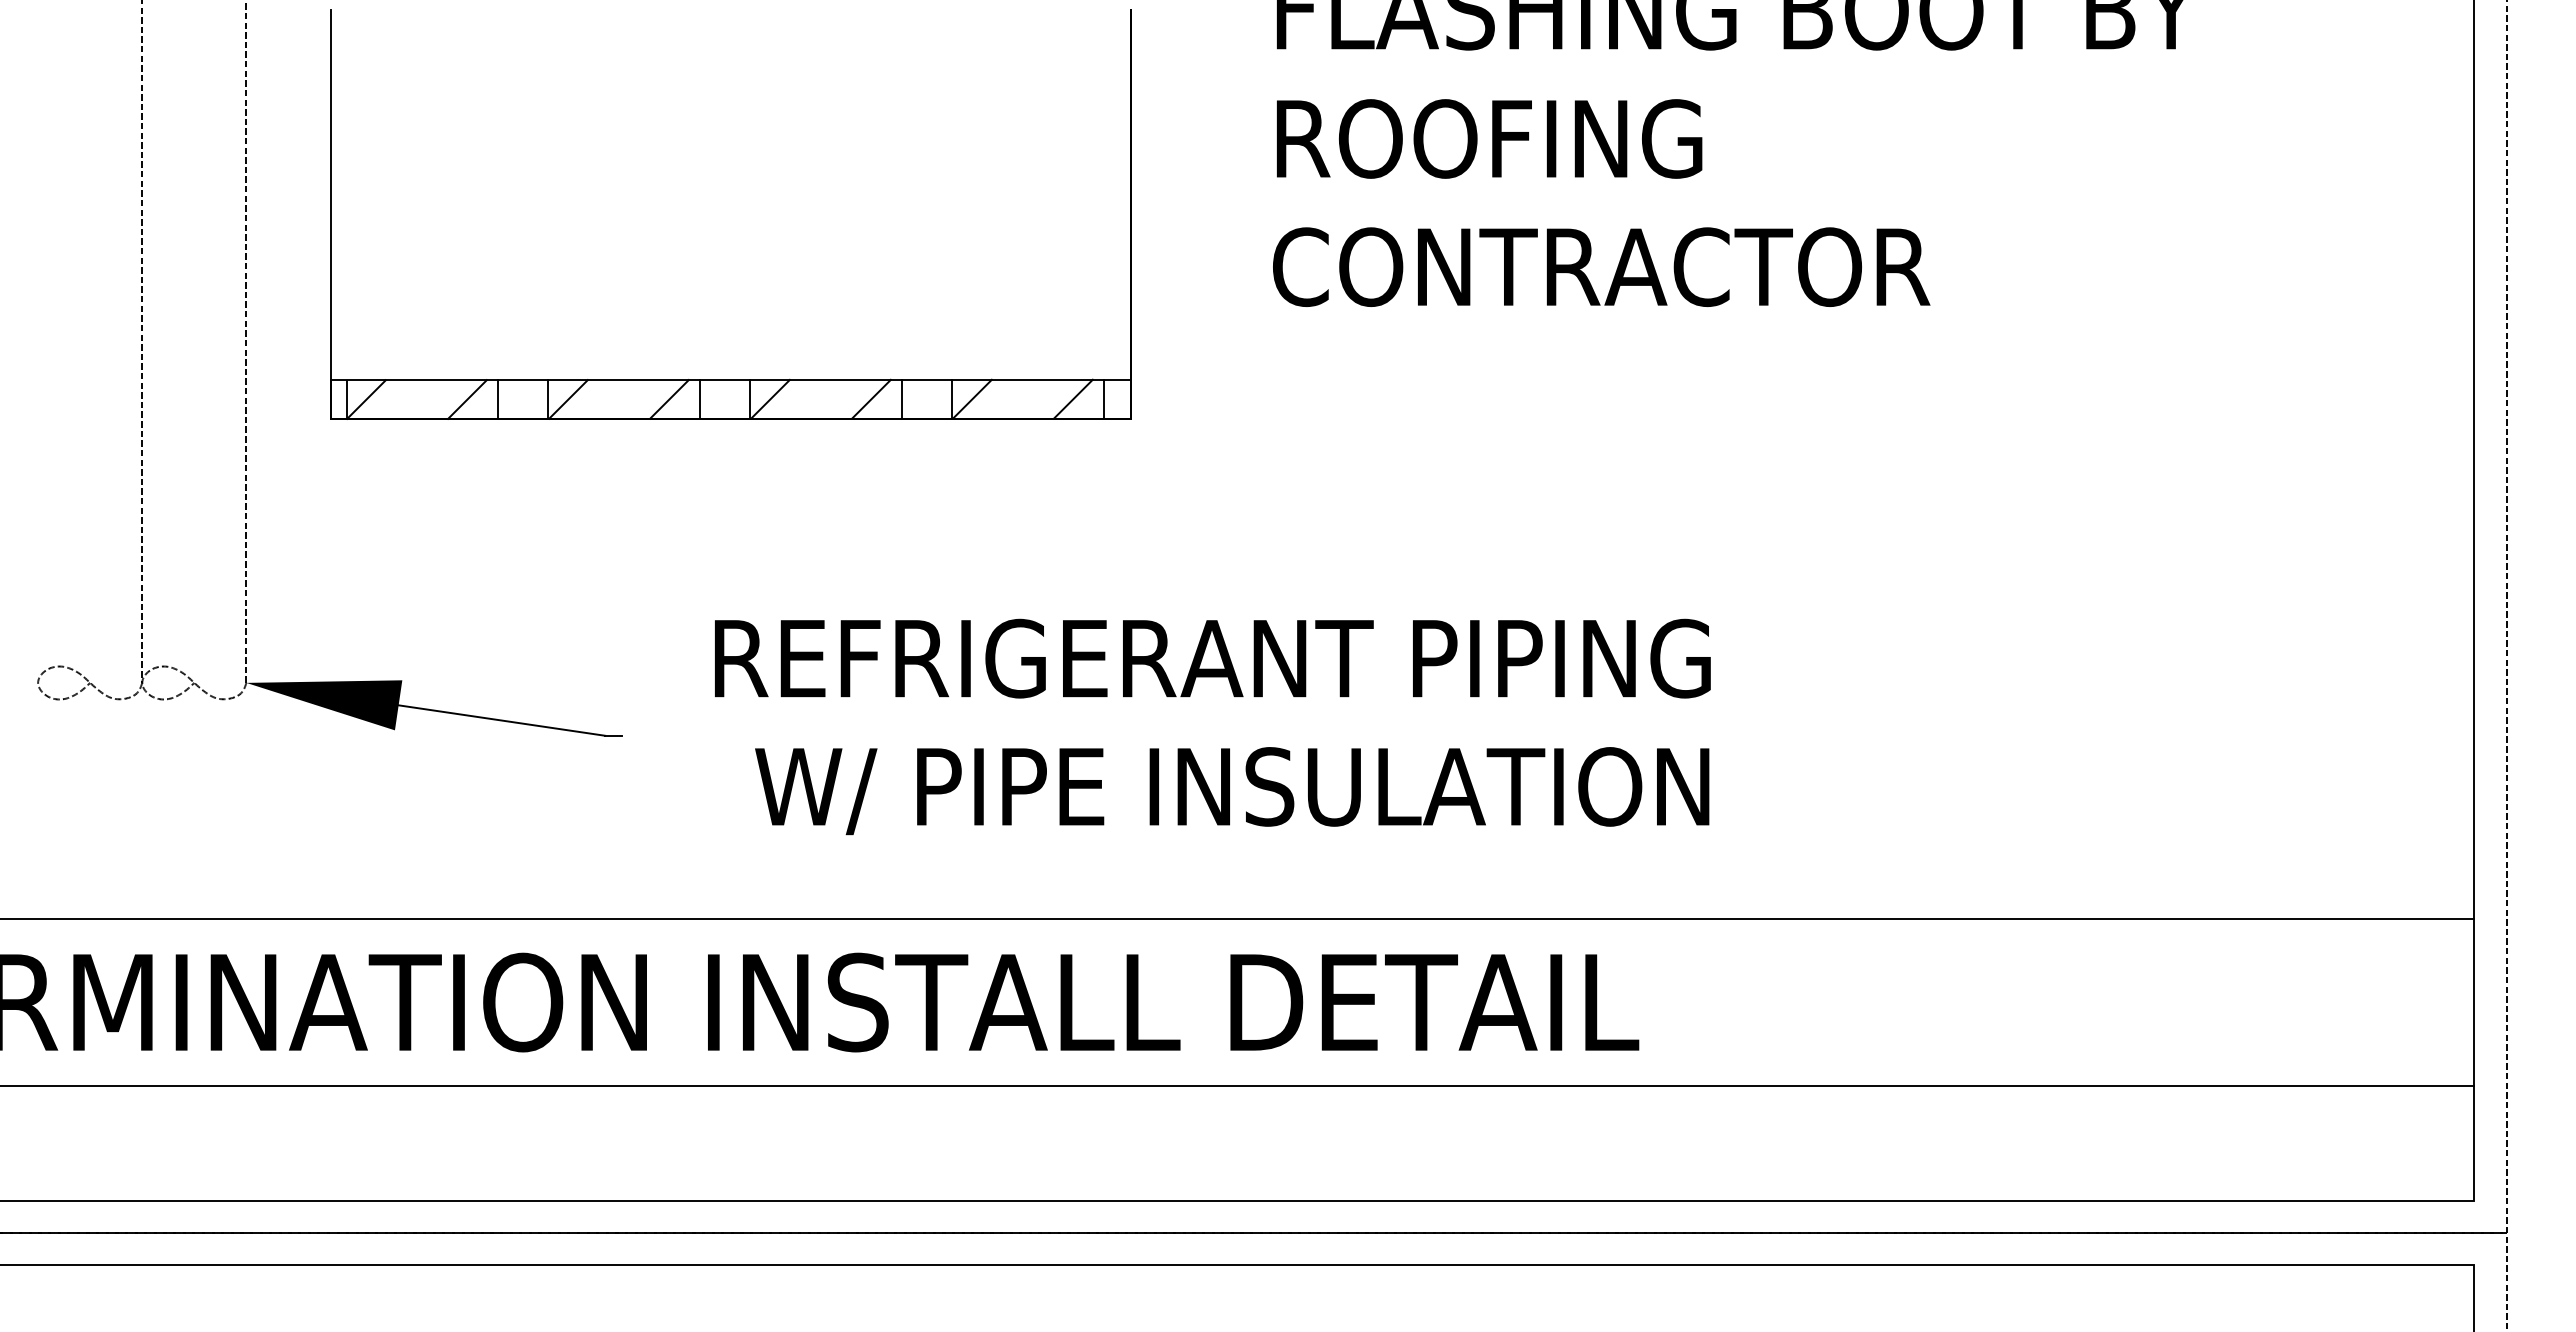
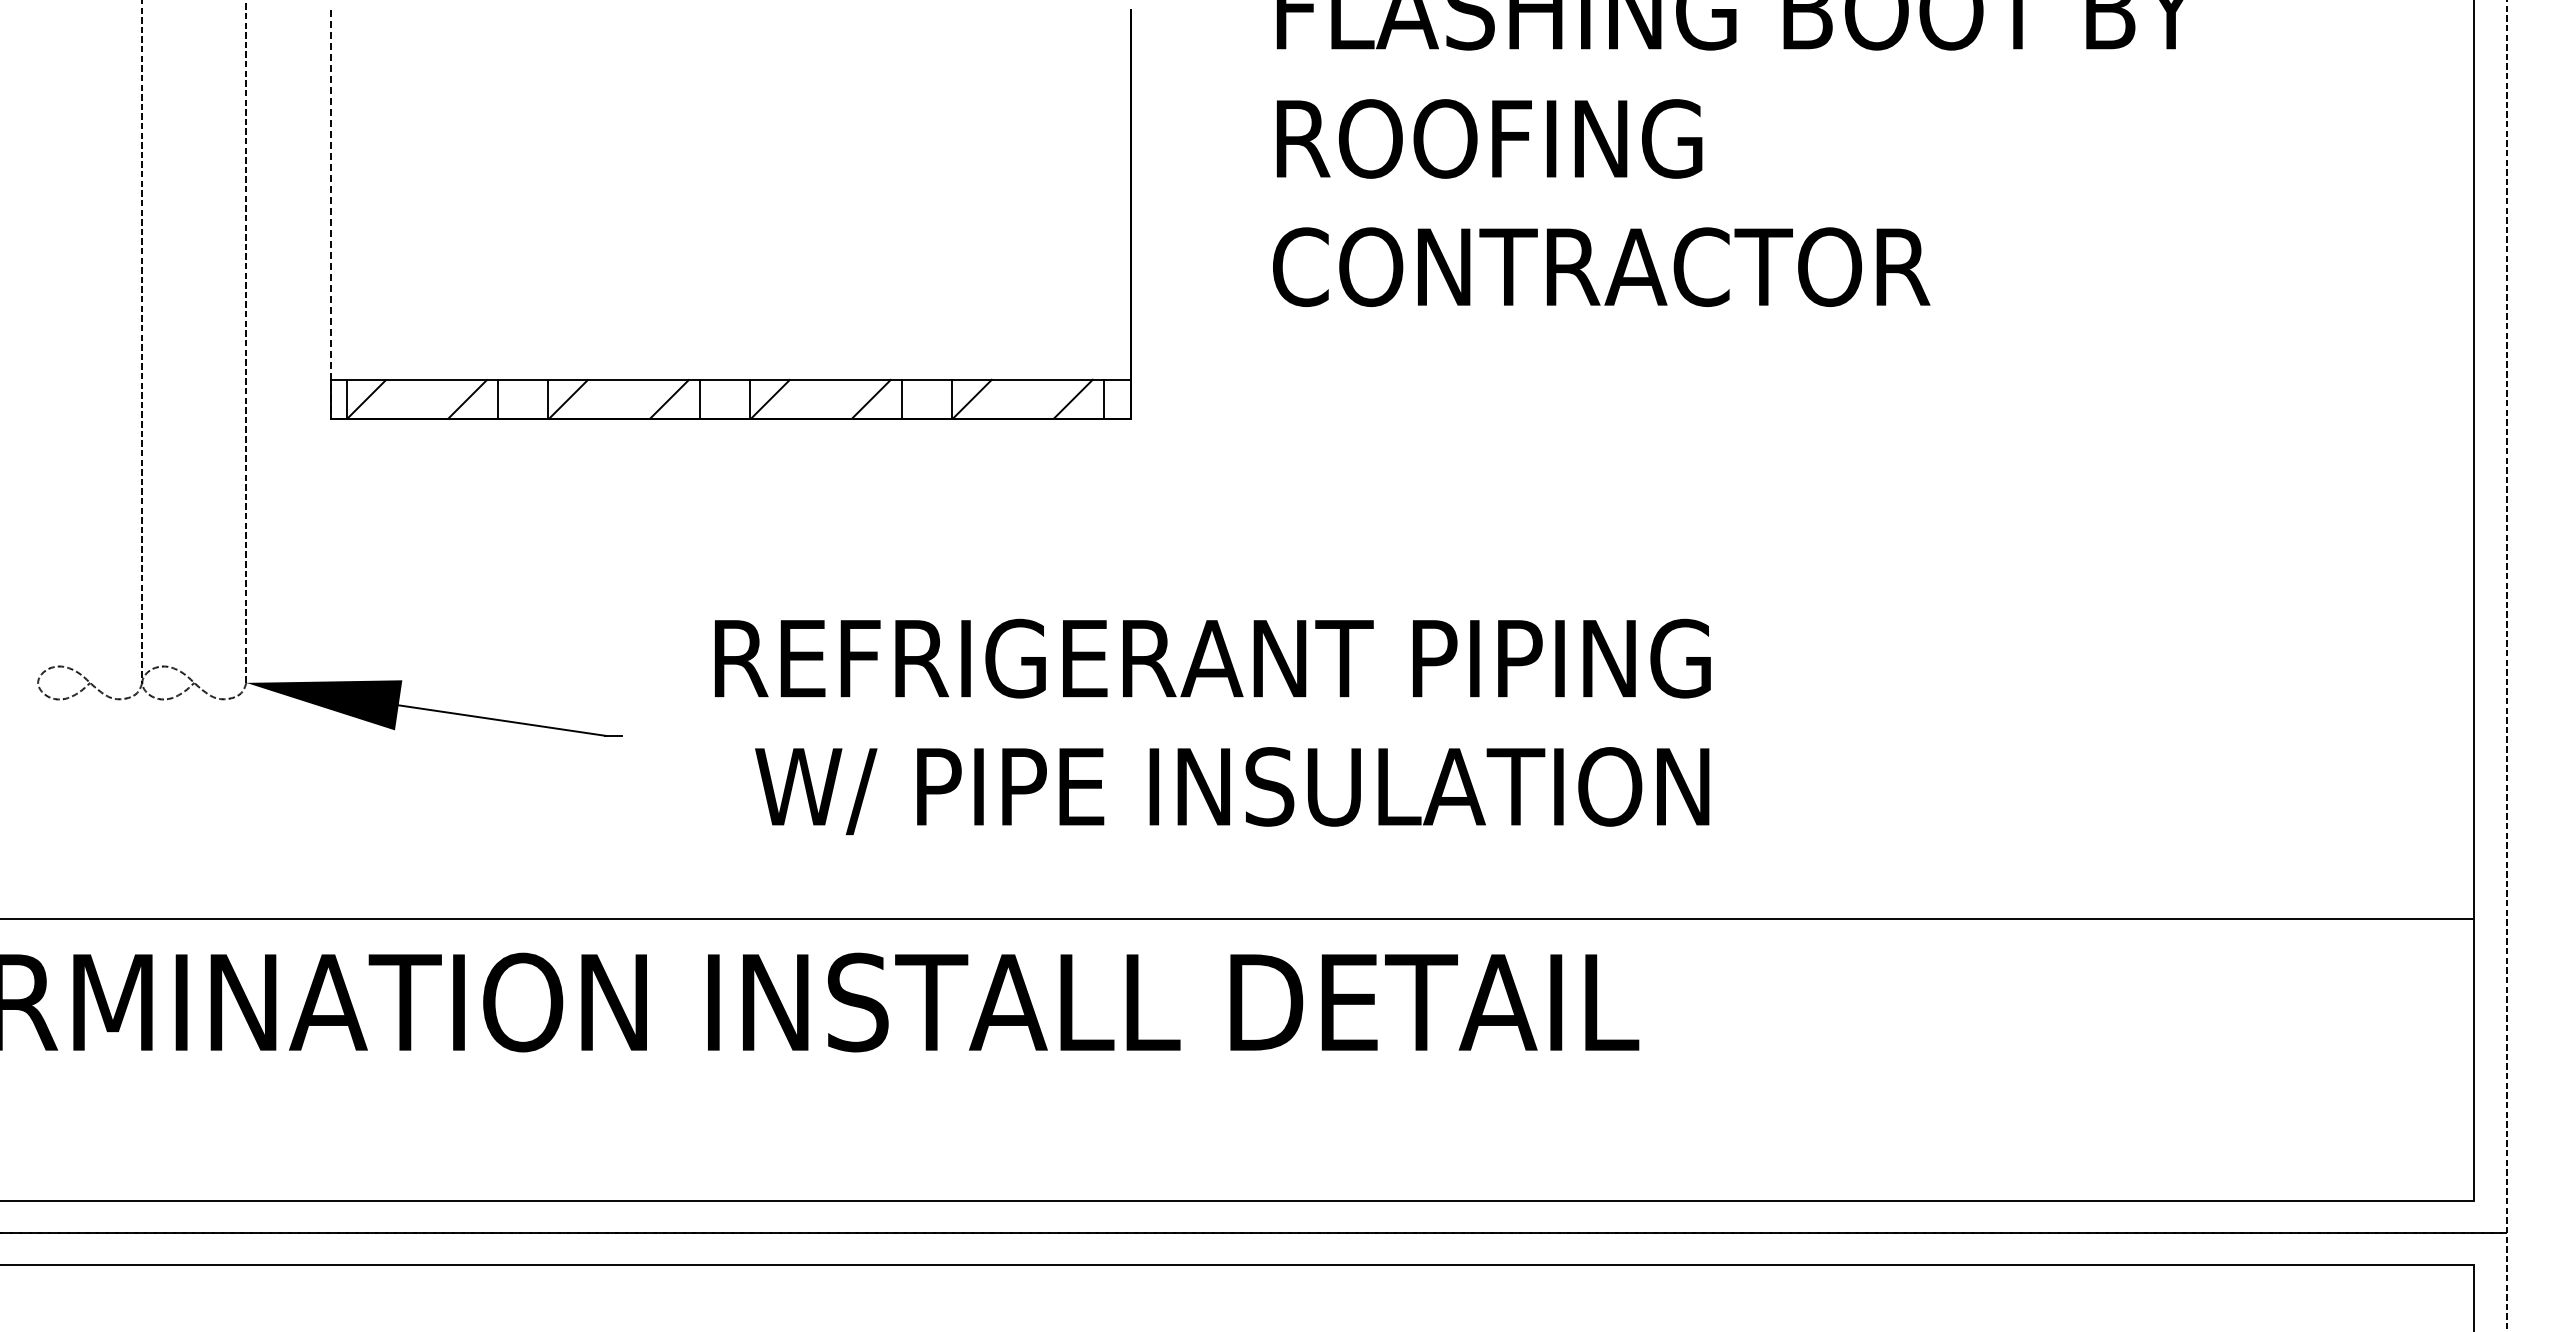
line at (330, 214): solid -> dashed
line at (1238, 1085): present -> none
